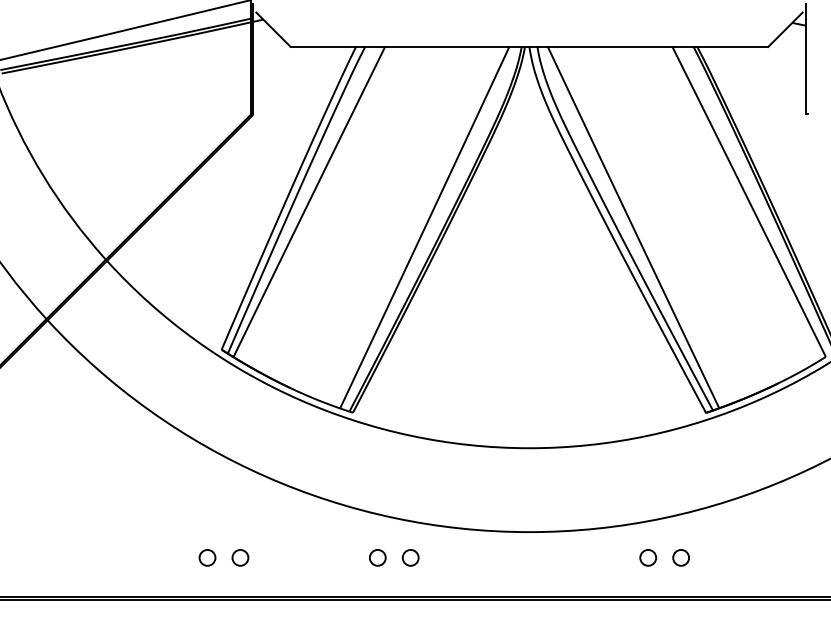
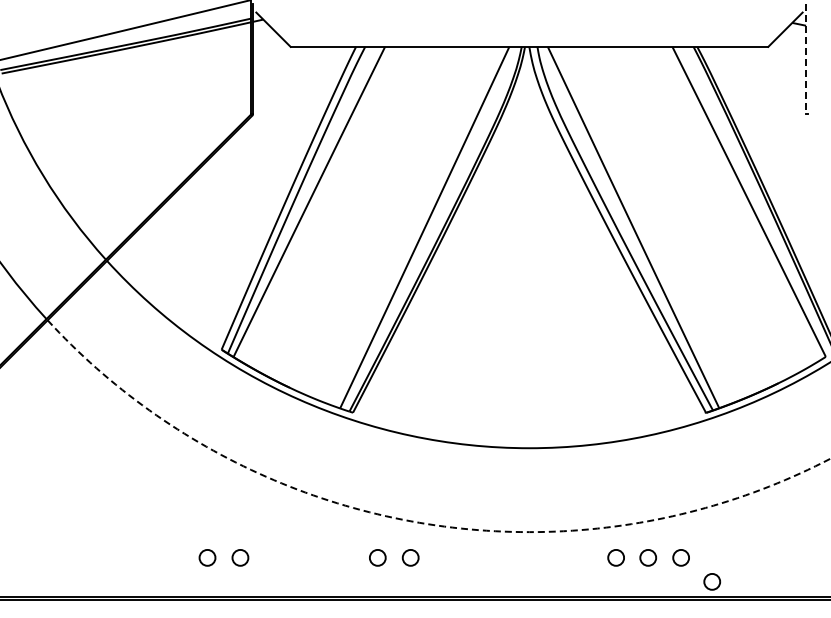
line at (806, 59): solid -> dashed
arc at (417, 522): solid -> dashed
circle at (615, 557): none -> present
circle at (711, 581): none -> present
